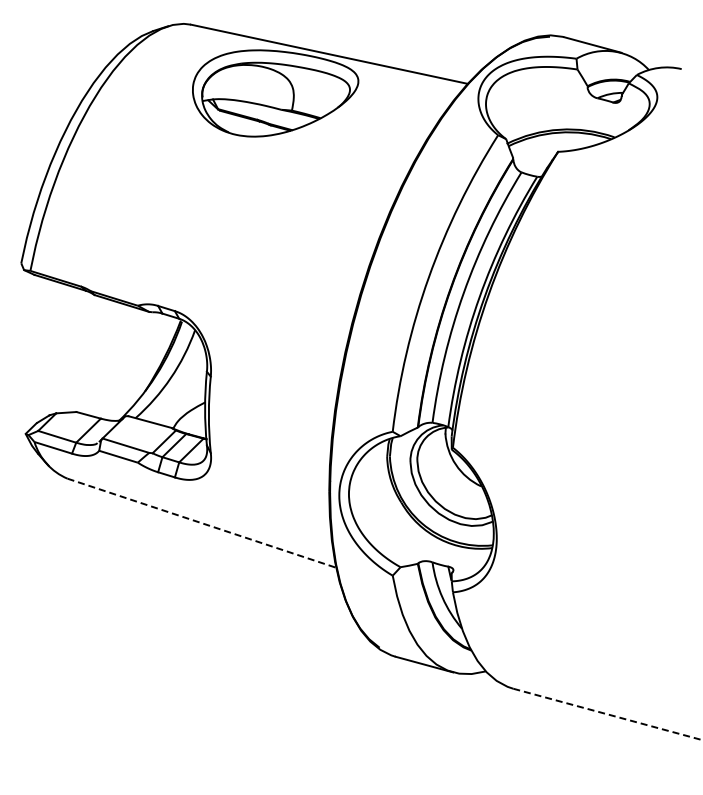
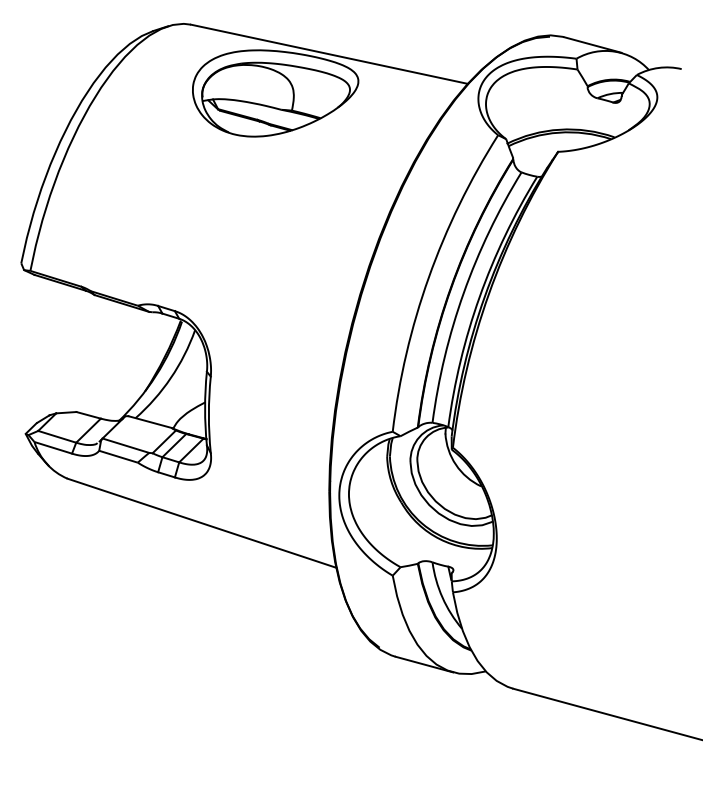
line at (201, 523): dashed -> solid
line at (608, 714): dashed -> solid
